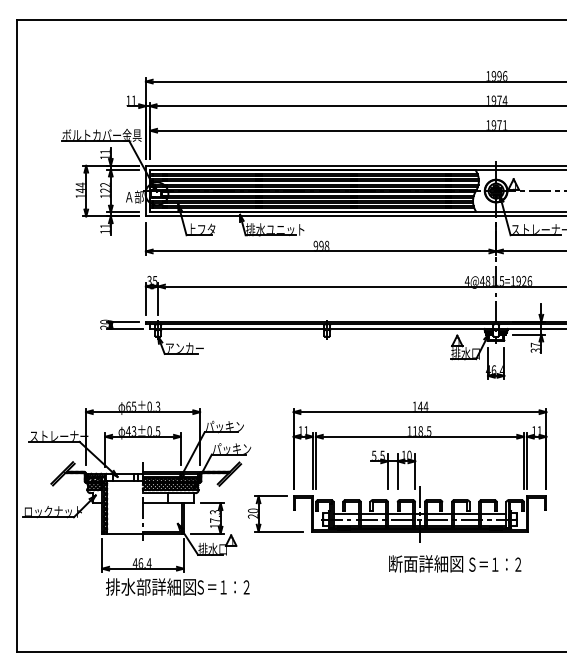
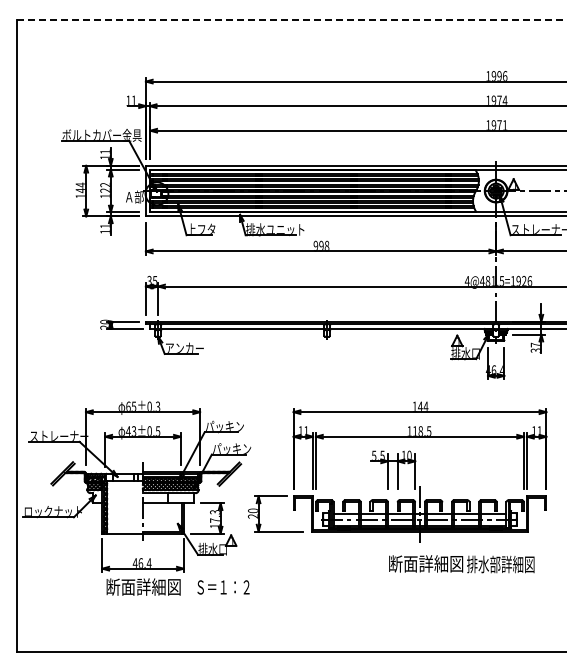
line at (291, 20): solid -> dashed
text at (500, 564): Ｓ＝１：２ -> 排水部詳細図
text at (150, 586): 排水部詳細図 -> 断面詳細図
